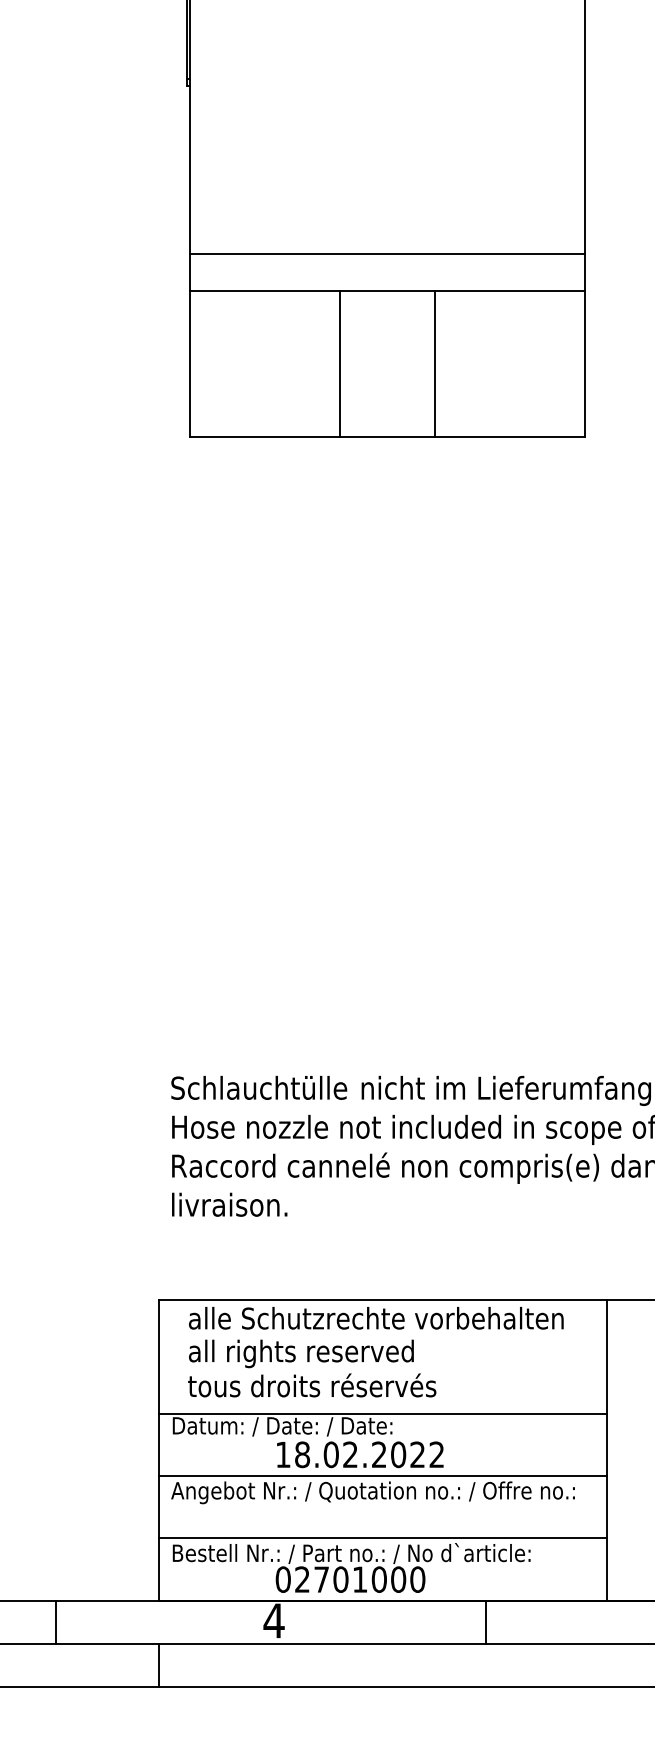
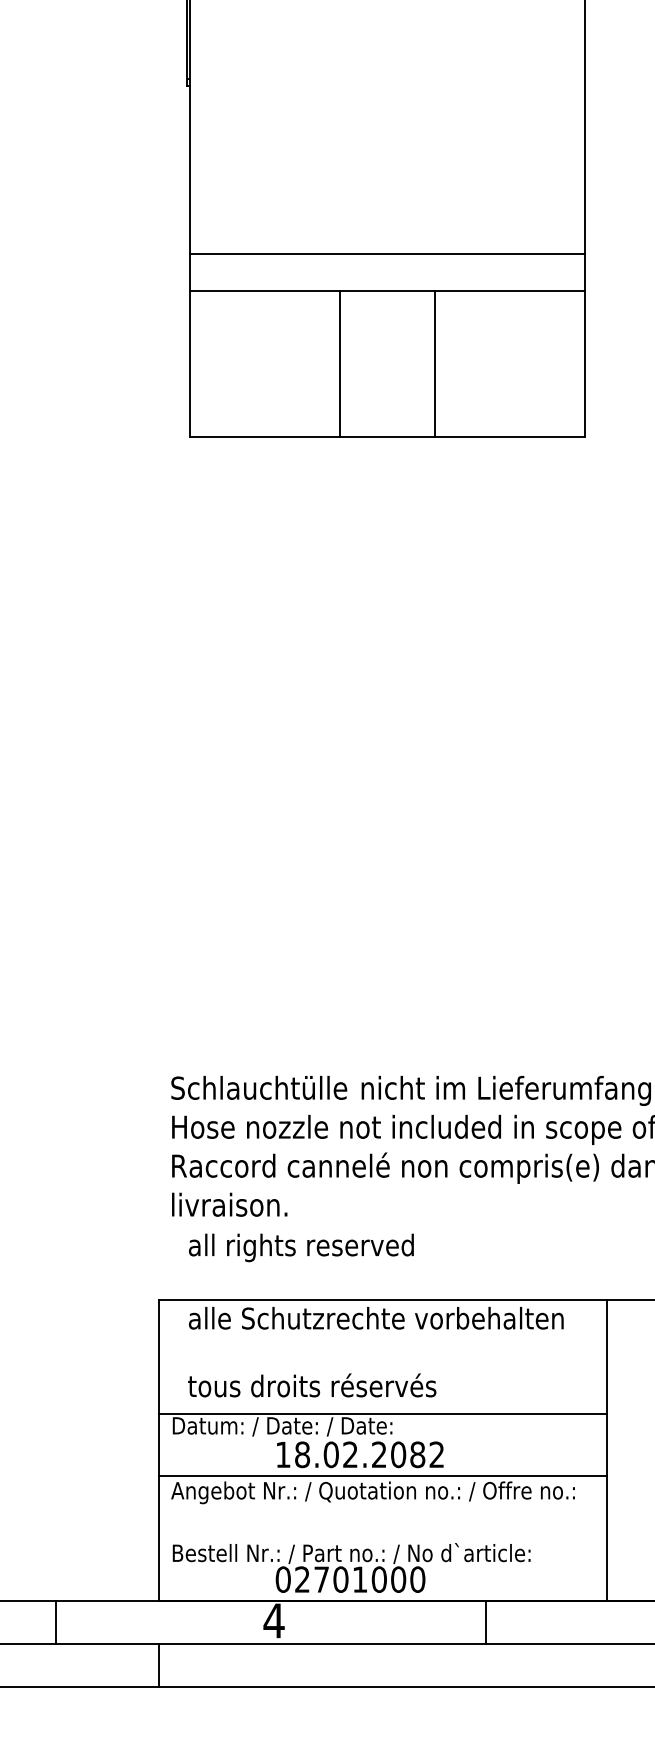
text at (301, 1353) position: (301, 1353) -> (301, 1247)
text at (417, 1454): 18.02.2022 -> 18.02.2082
line at (382, 1538): present -> none
